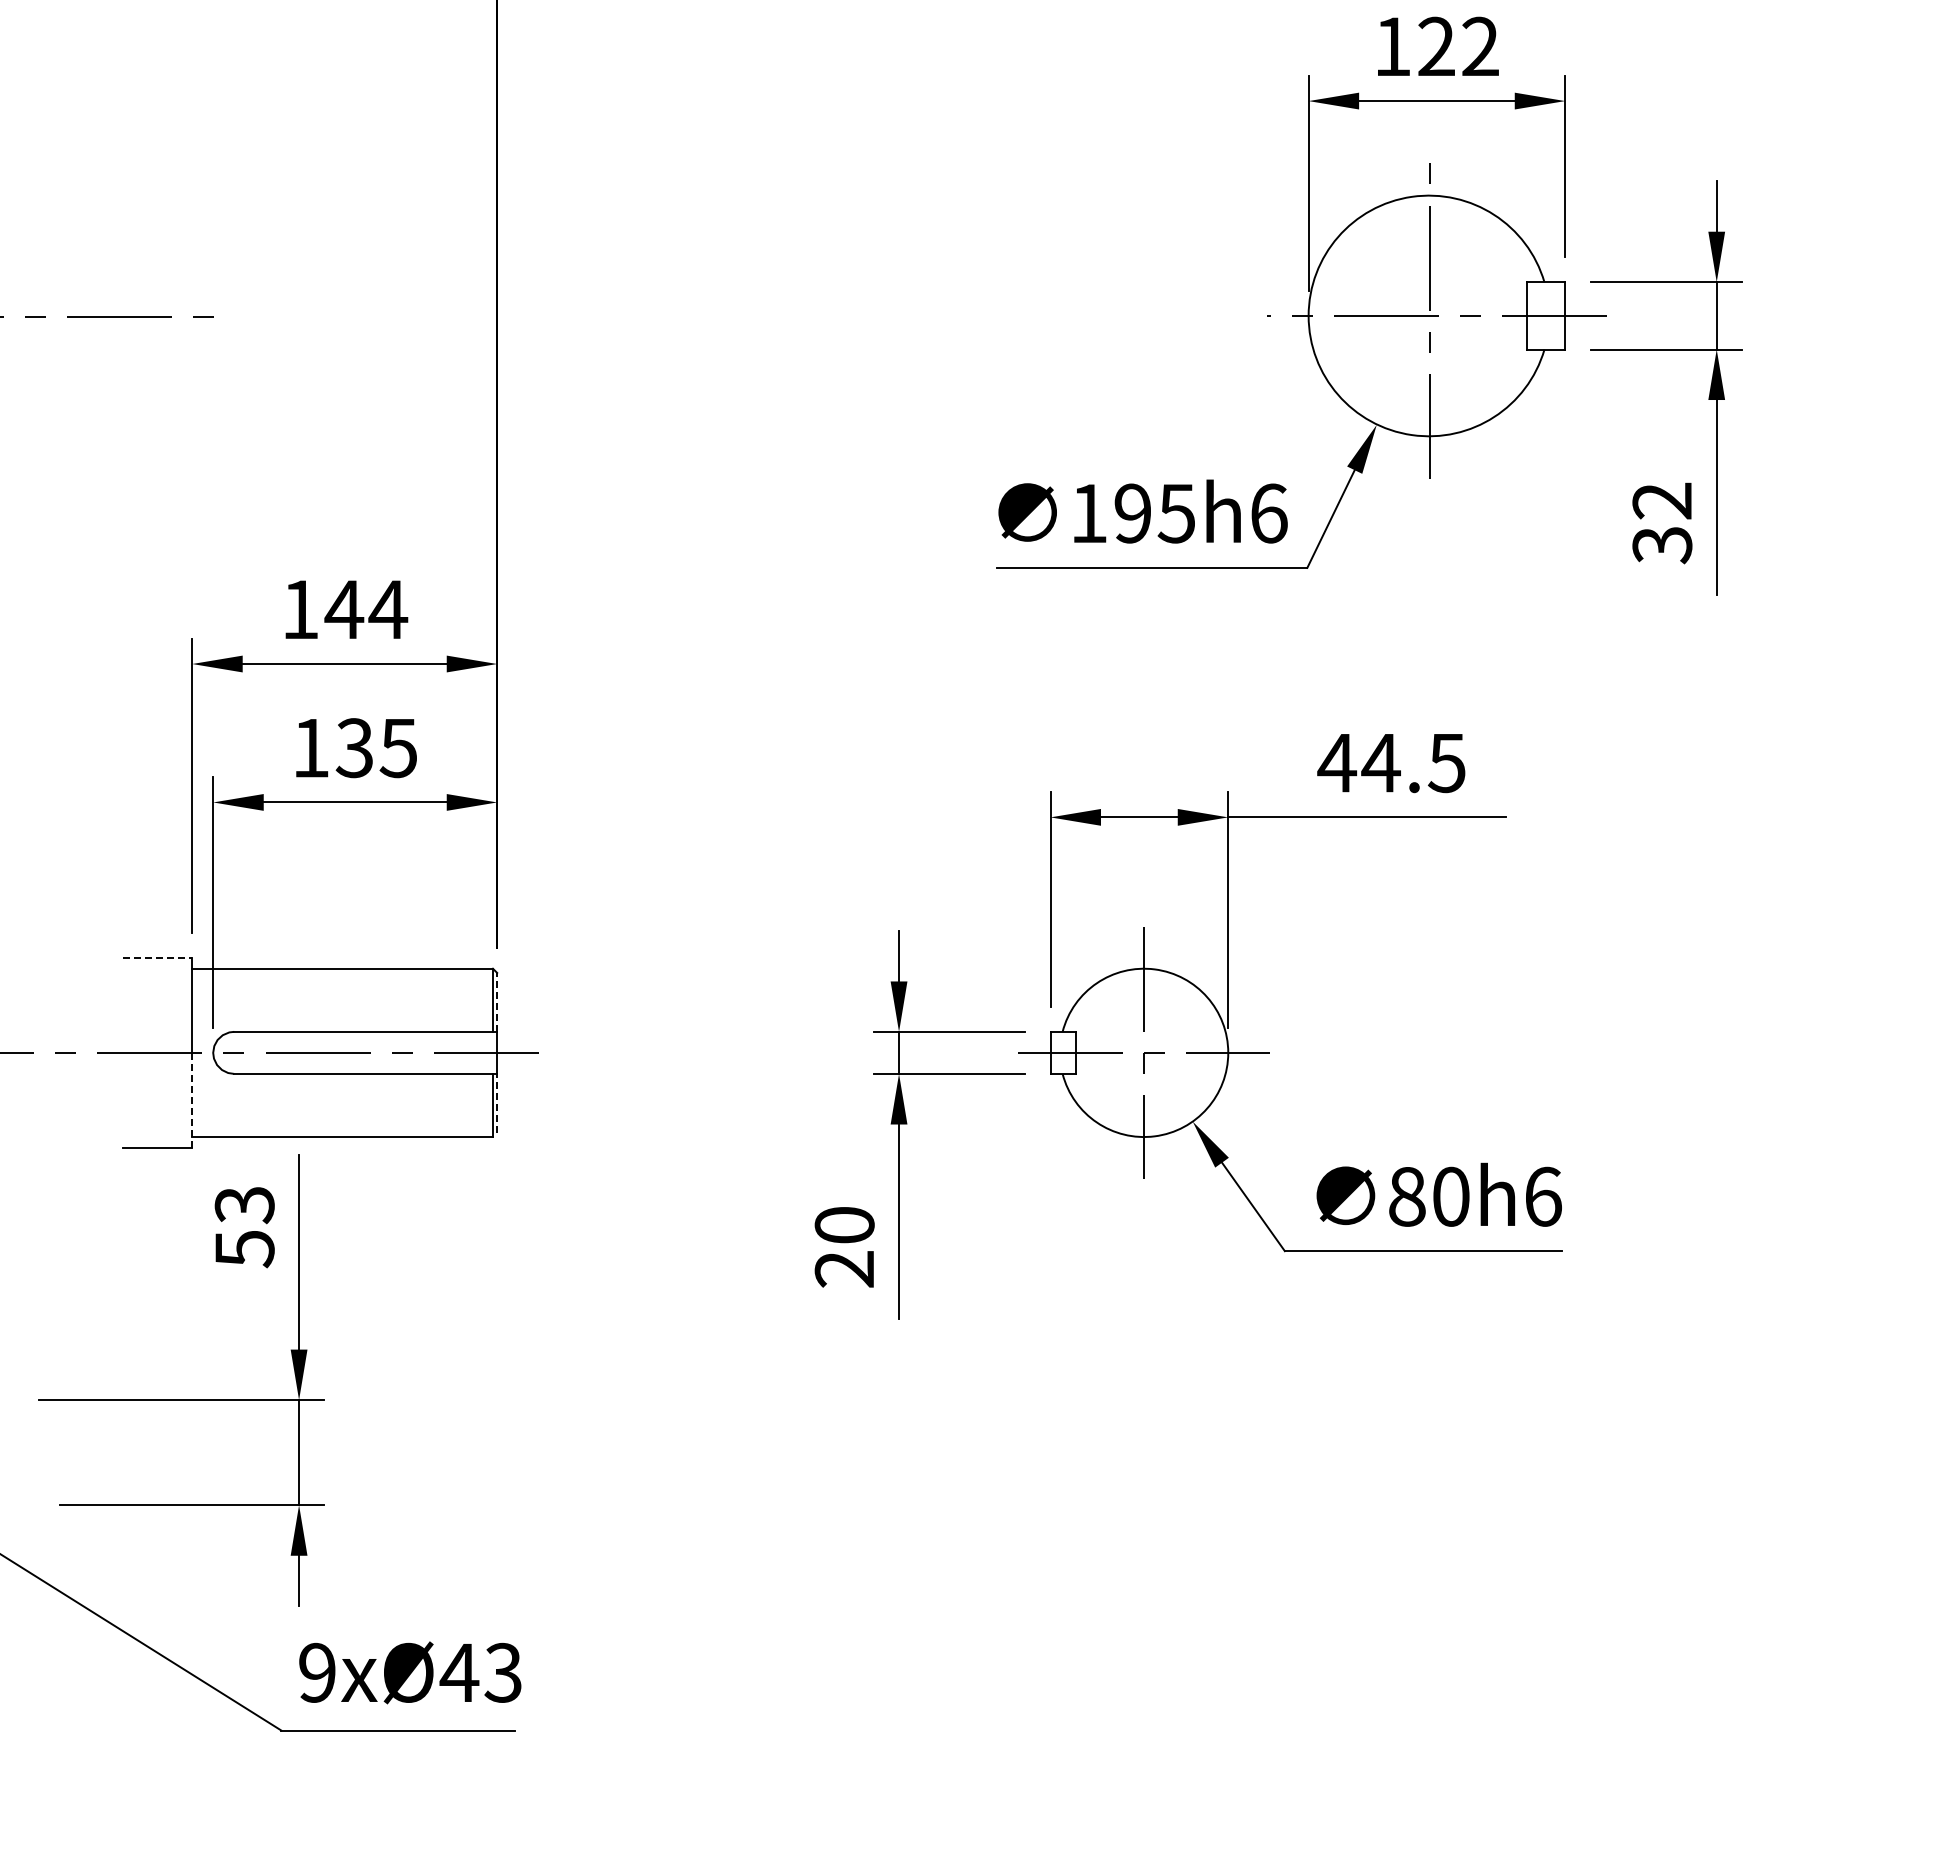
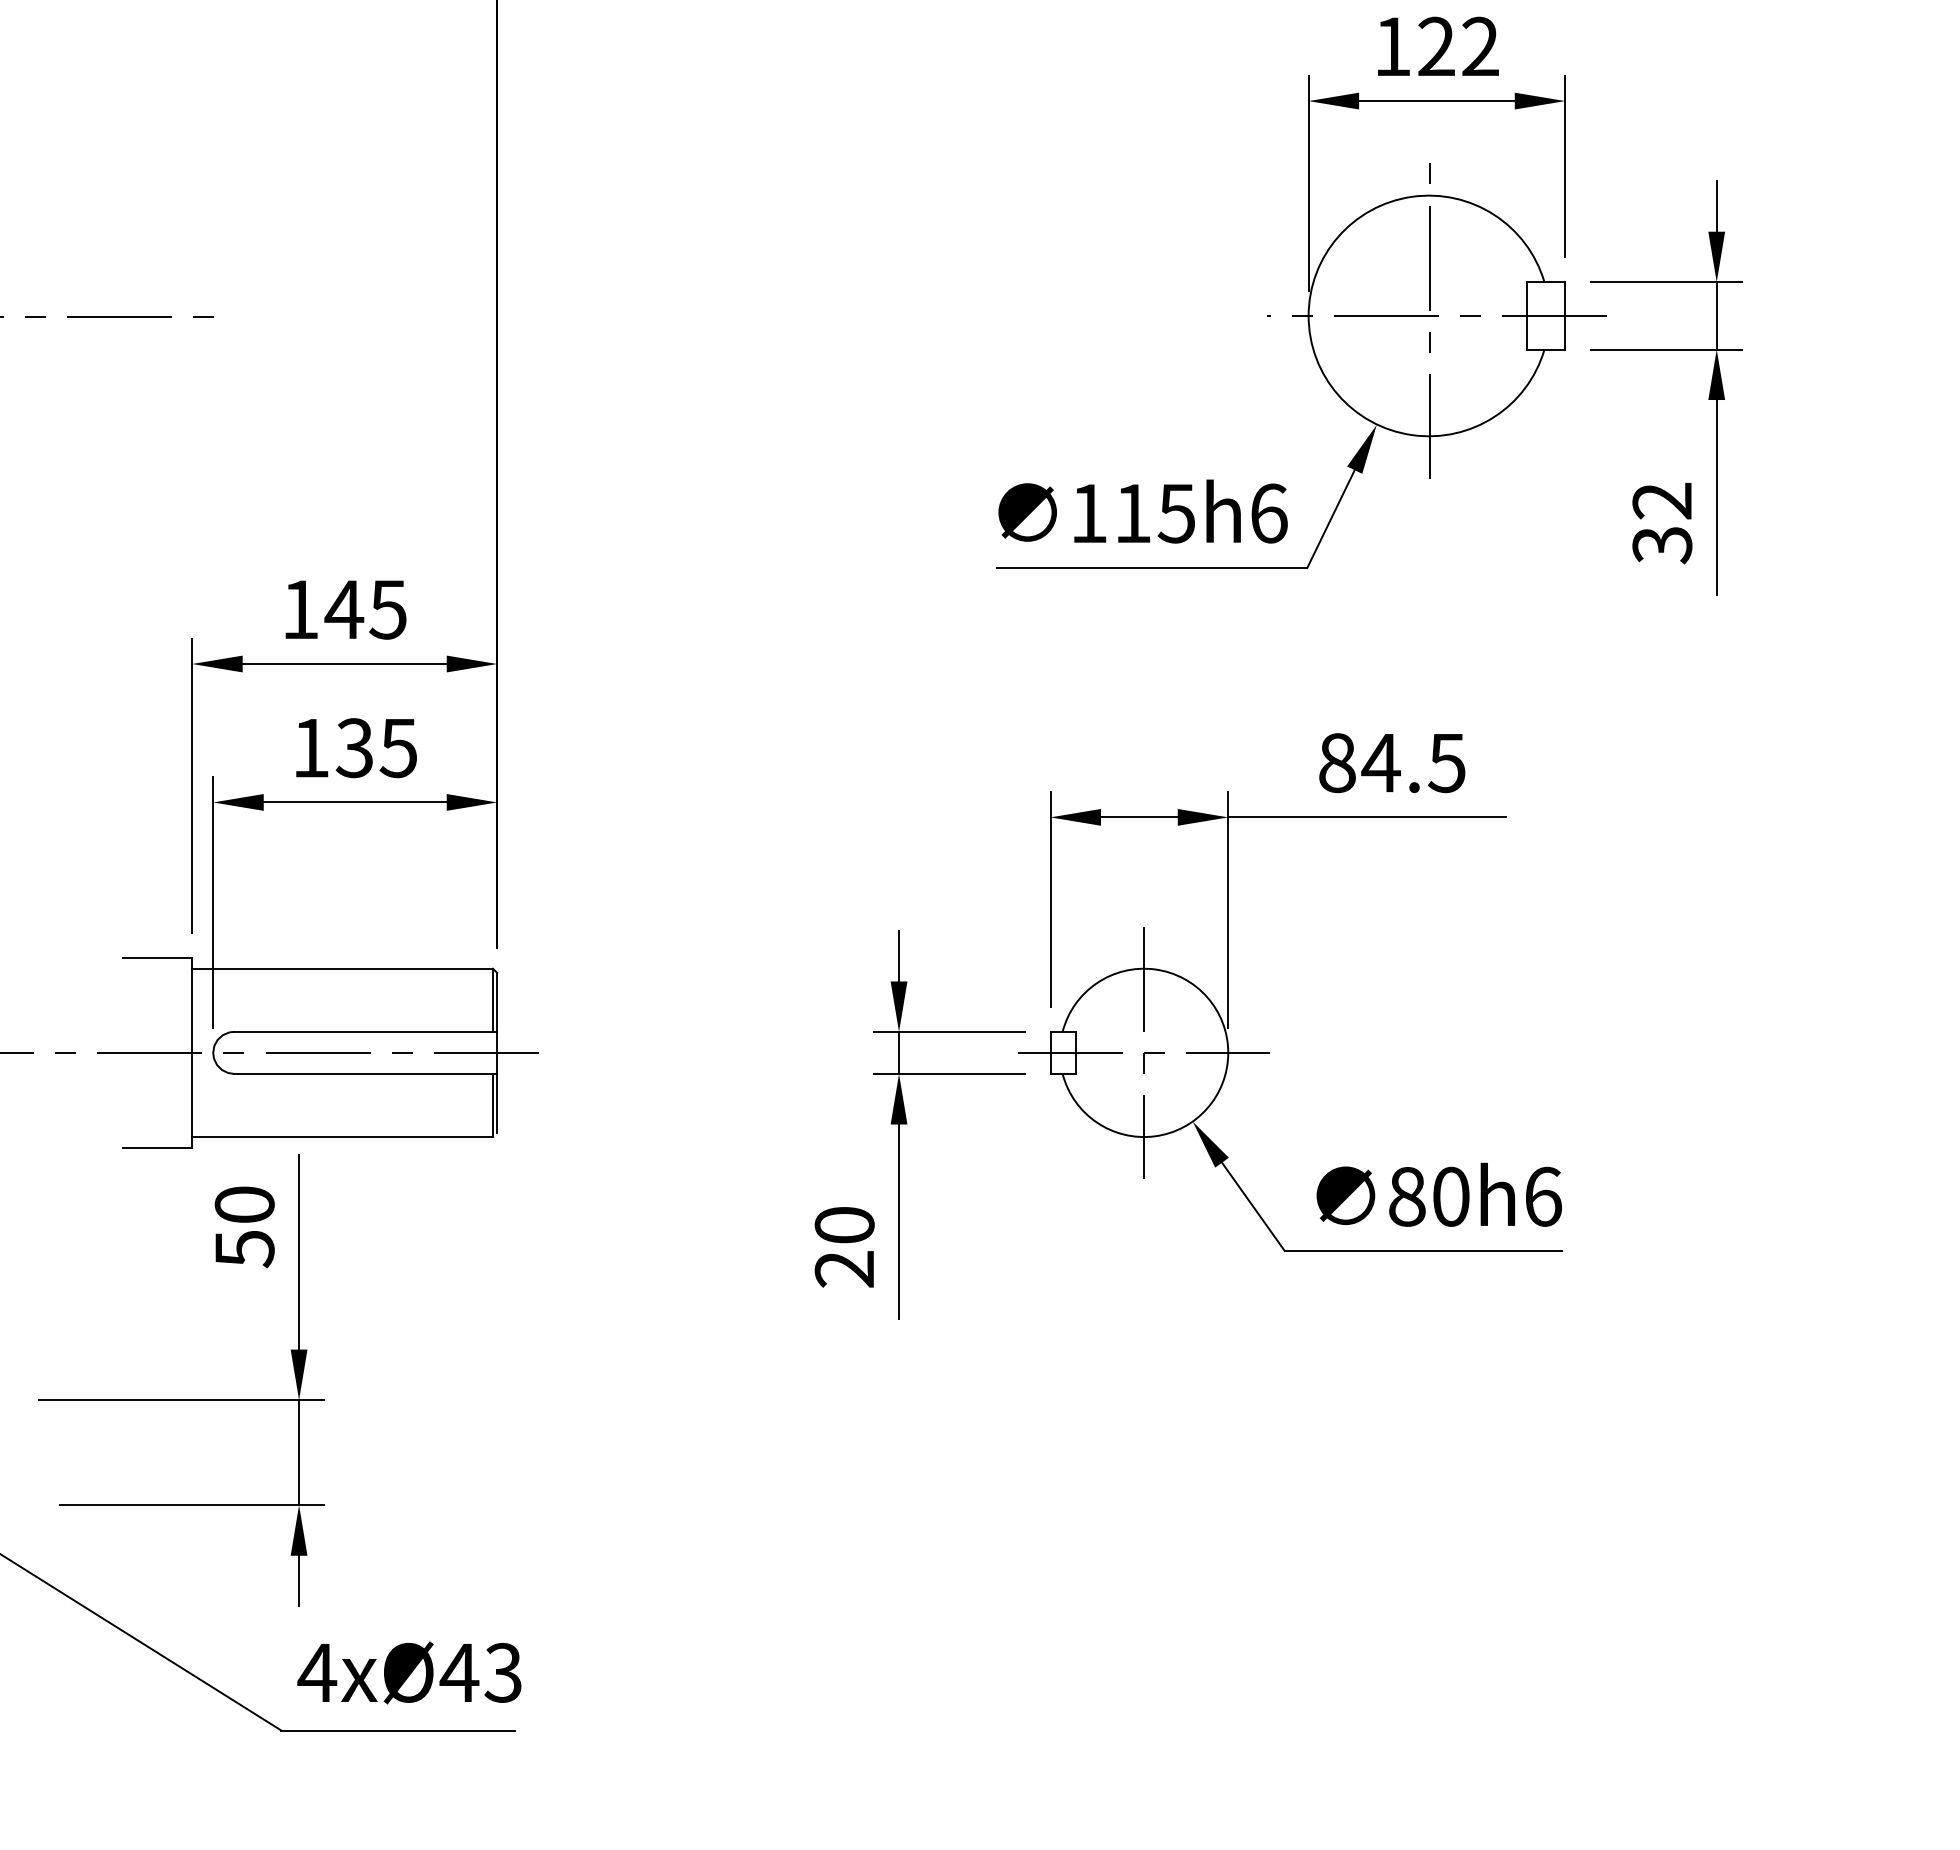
text at (1132, 513): 195h6 -> 115h6
text at (388, 609): 144 -> 145
text at (1337, 763): 44.5 -> 84.5
line at (157, 958): dashed -> solid
line at (497, 1001): dashed -> solid
line at (192, 1099): dashed -> solid
line at (497, 1102): dashed -> solid
text at (244, 1205): 53 -> 50
text at (317, 1672): 9xØ43 -> 4xØ43
